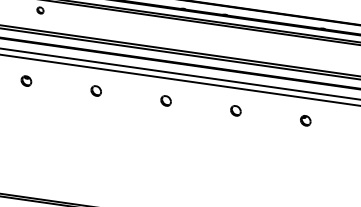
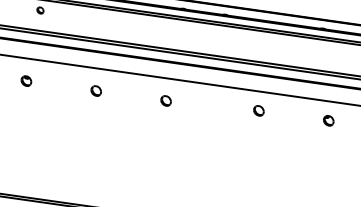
line at (179, 73): present -> none
part at (235, 110) position: (235, 110) -> (258, 110)
part at (305, 120) position: (305, 120) -> (328, 120)
